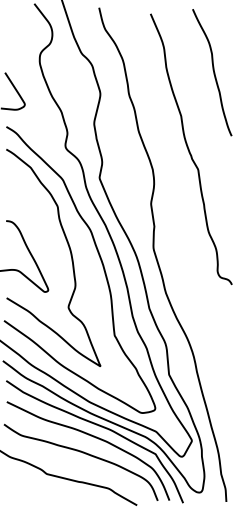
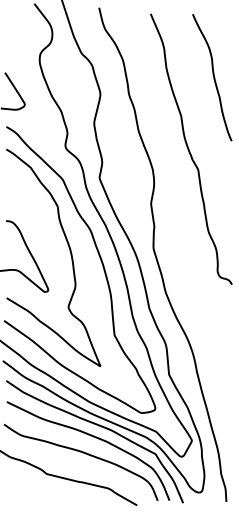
curve at (213, 72) position: (213, 72) -> (213, 77)
